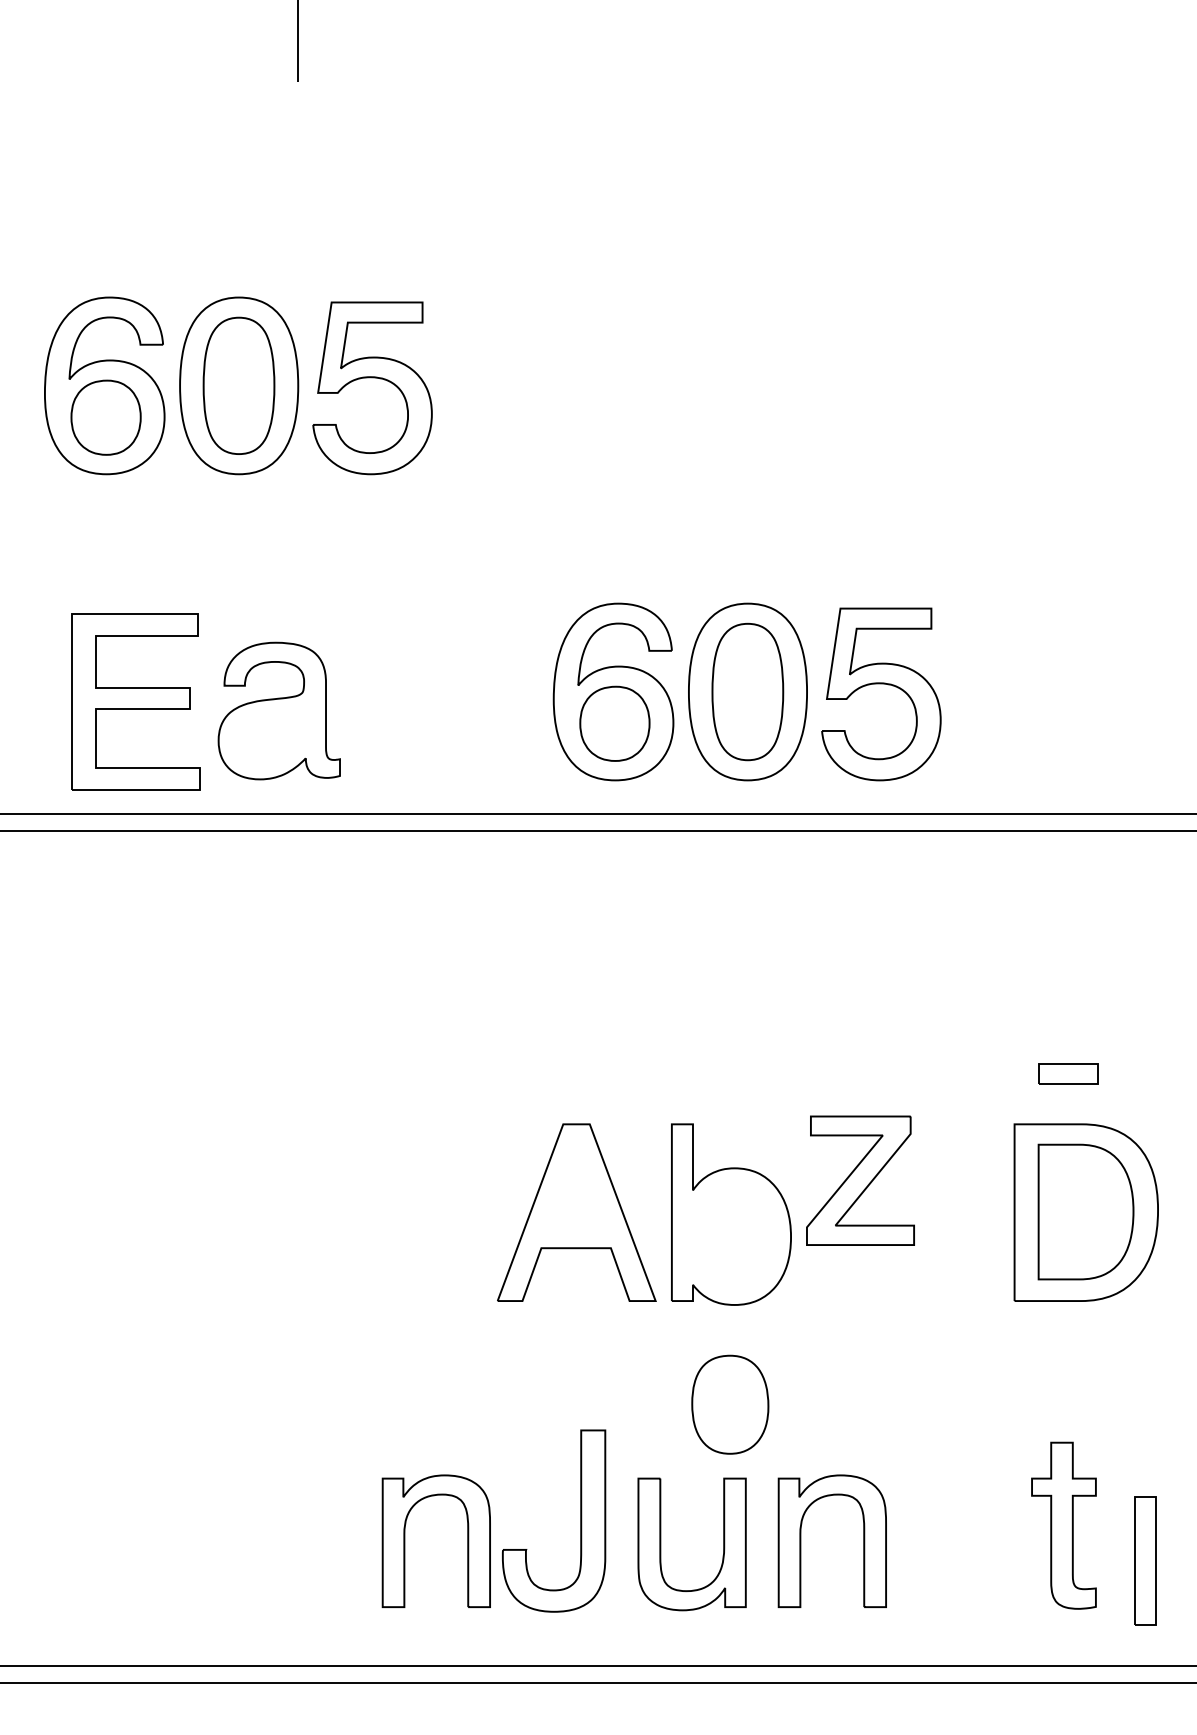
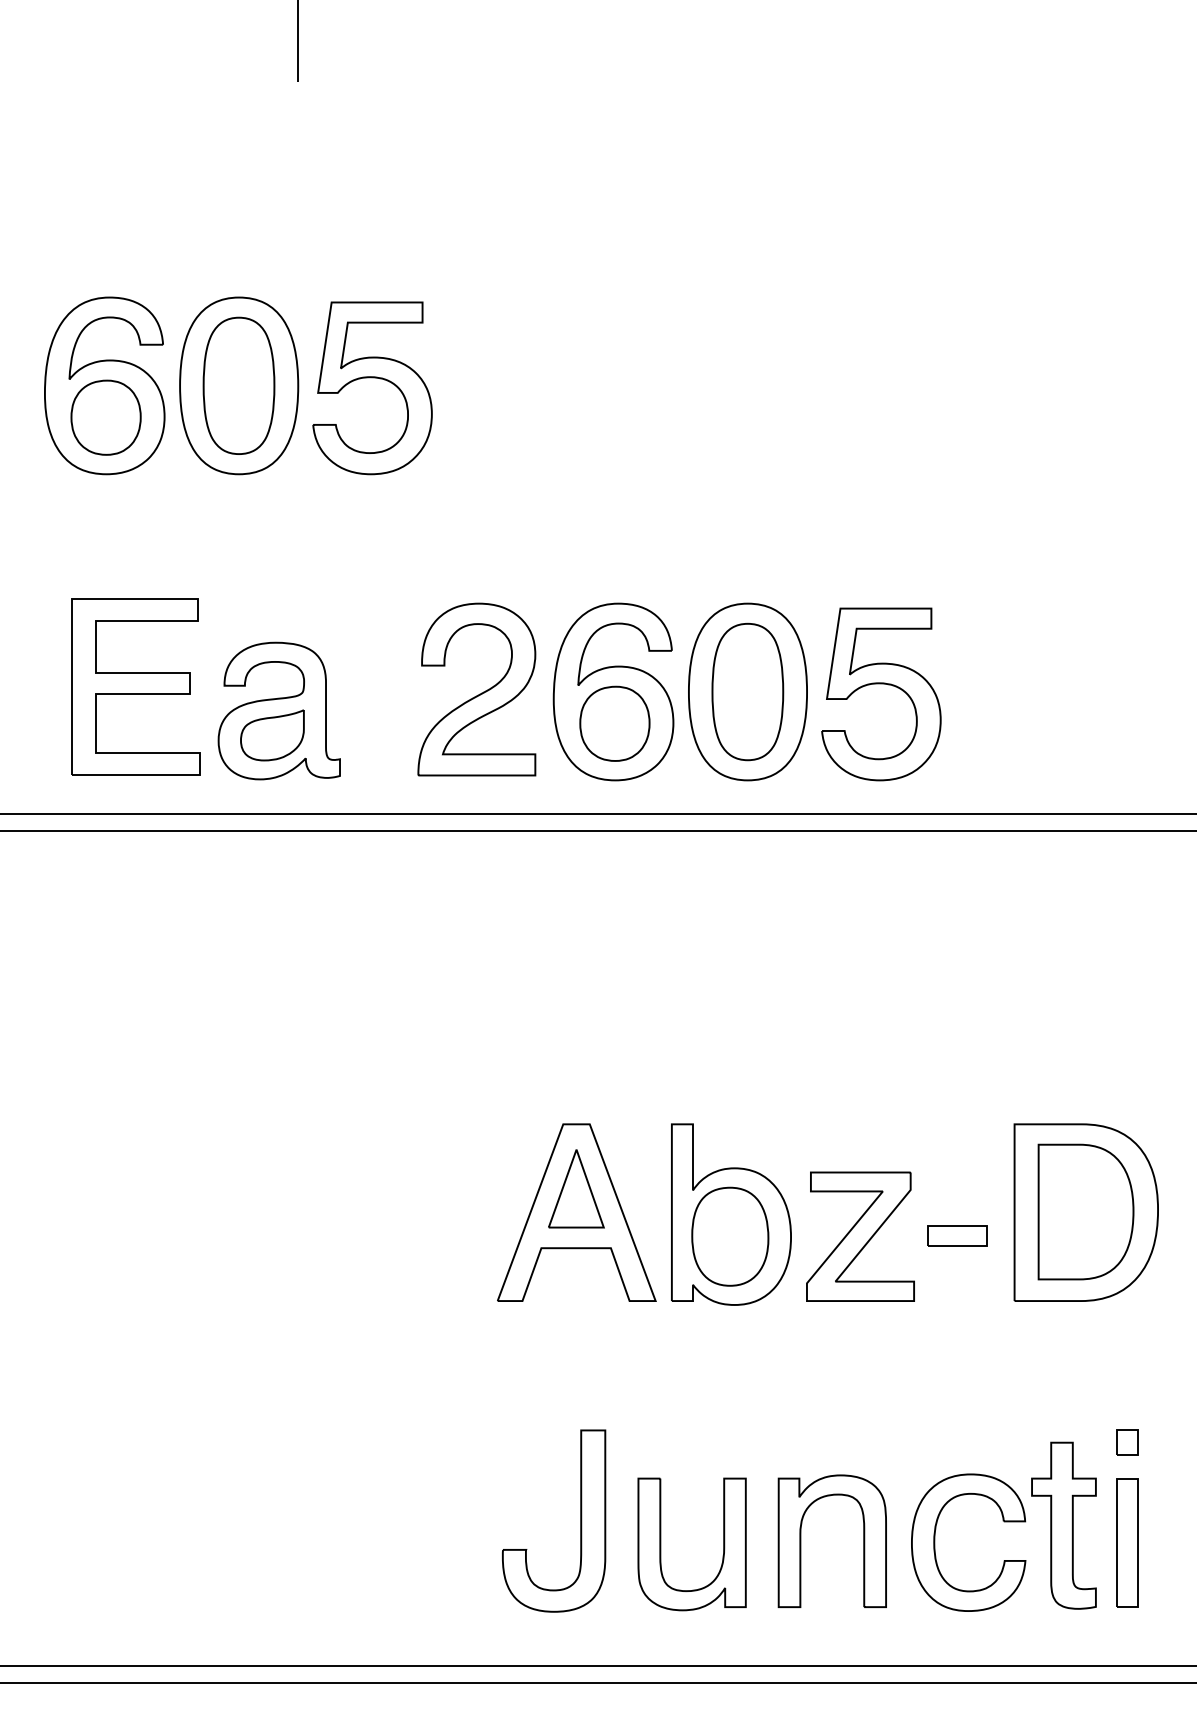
part at (476, 689): none -> present
part at (135, 701) position: (135, 701) -> (135, 686)
part at (272, 735): none -> present
part at (1068, 1073) position: (1068, 1073) -> (957, 1235)
part at (860, 1180) position: (860, 1180) -> (860, 1236)
part at (576, 1188): none -> present
part at (730, 1404) position: (730, 1404) -> (730, 1236)
part at (1127, 1442): none -> present
part at (405, 1540): present -> none
part at (935, 1542): none -> present
part at (1145, 1560) position: (1145, 1560) -> (1127, 1542)
